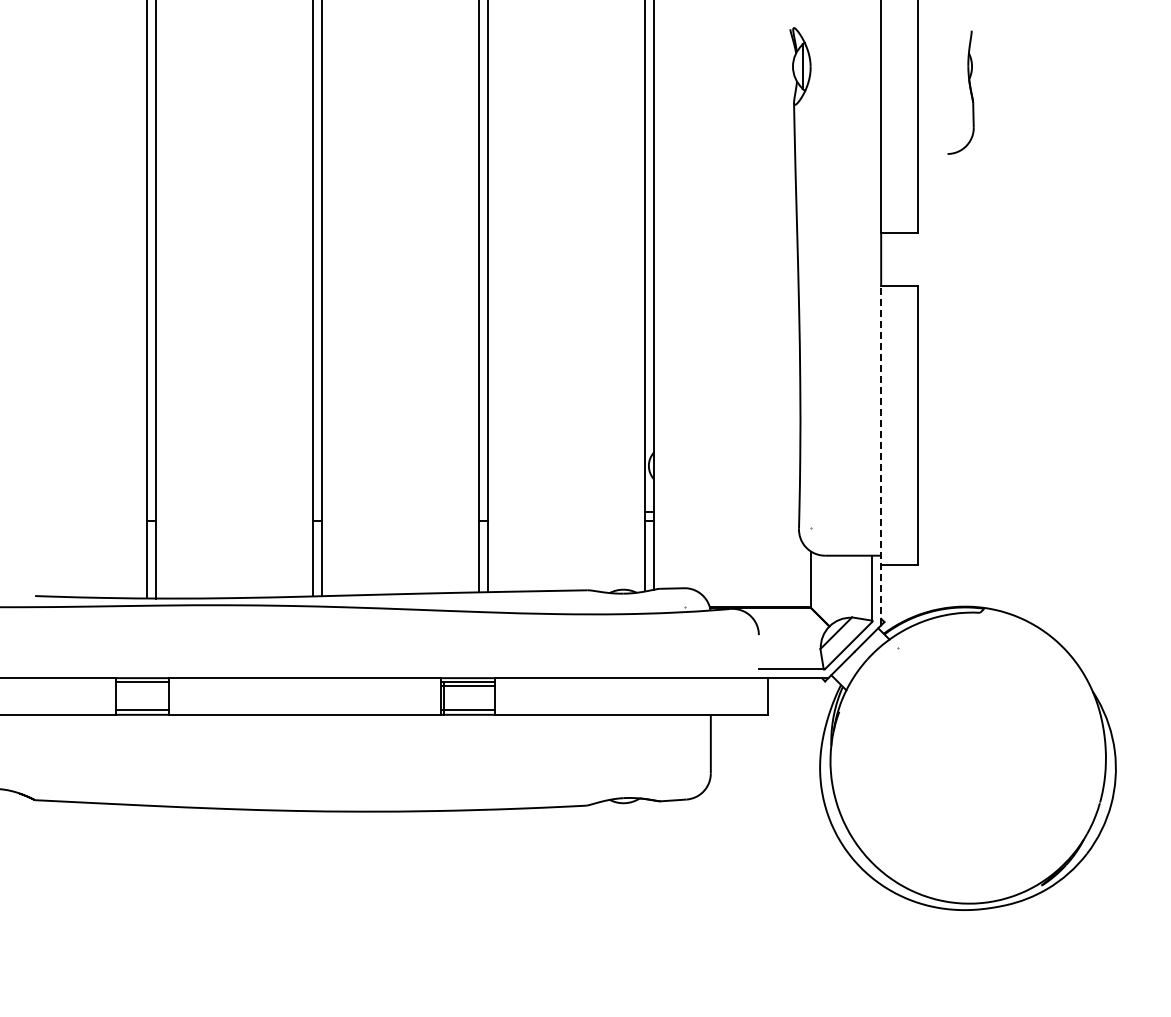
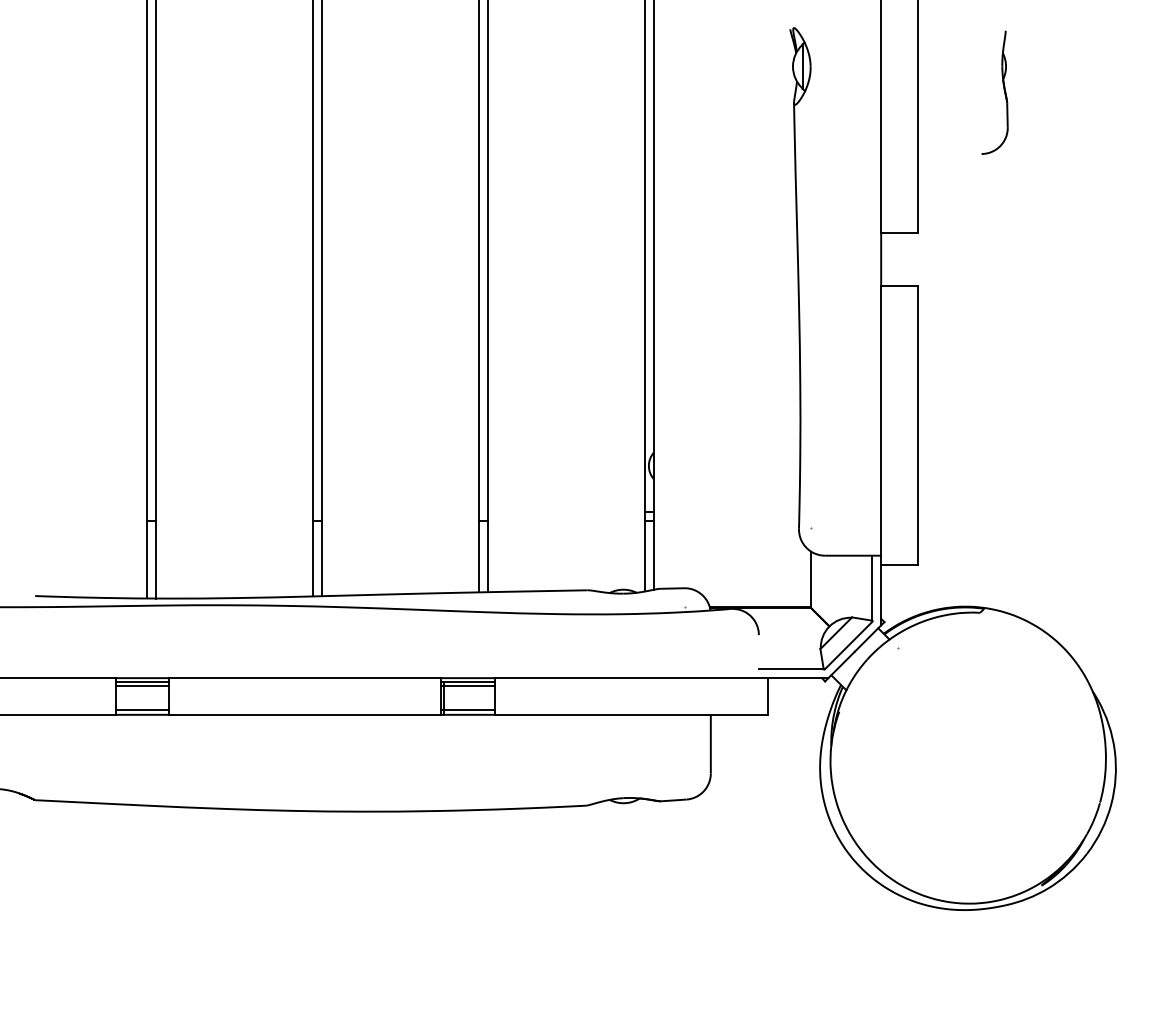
part at (969, 90) position: (969, 90) -> (1003, 90)
line at (881, 455): dashed -> solid
line at (142, 686): none -> present
